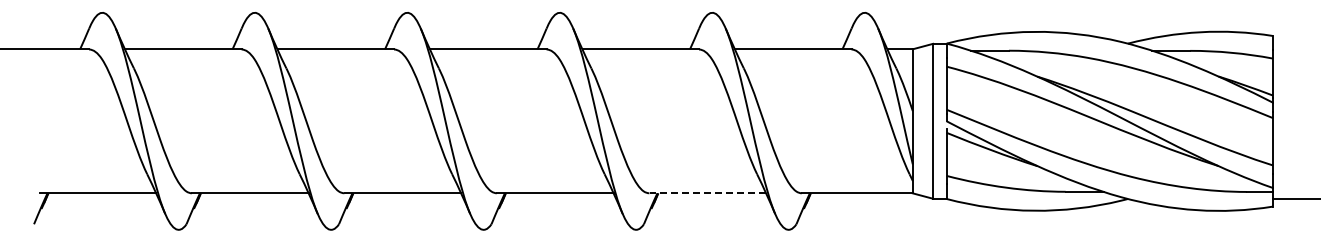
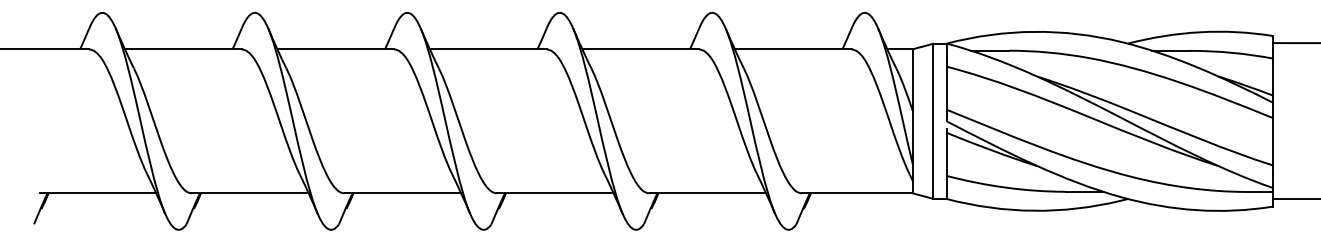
line at (1294, 43): none -> present
line at (707, 193): dashed -> solid
